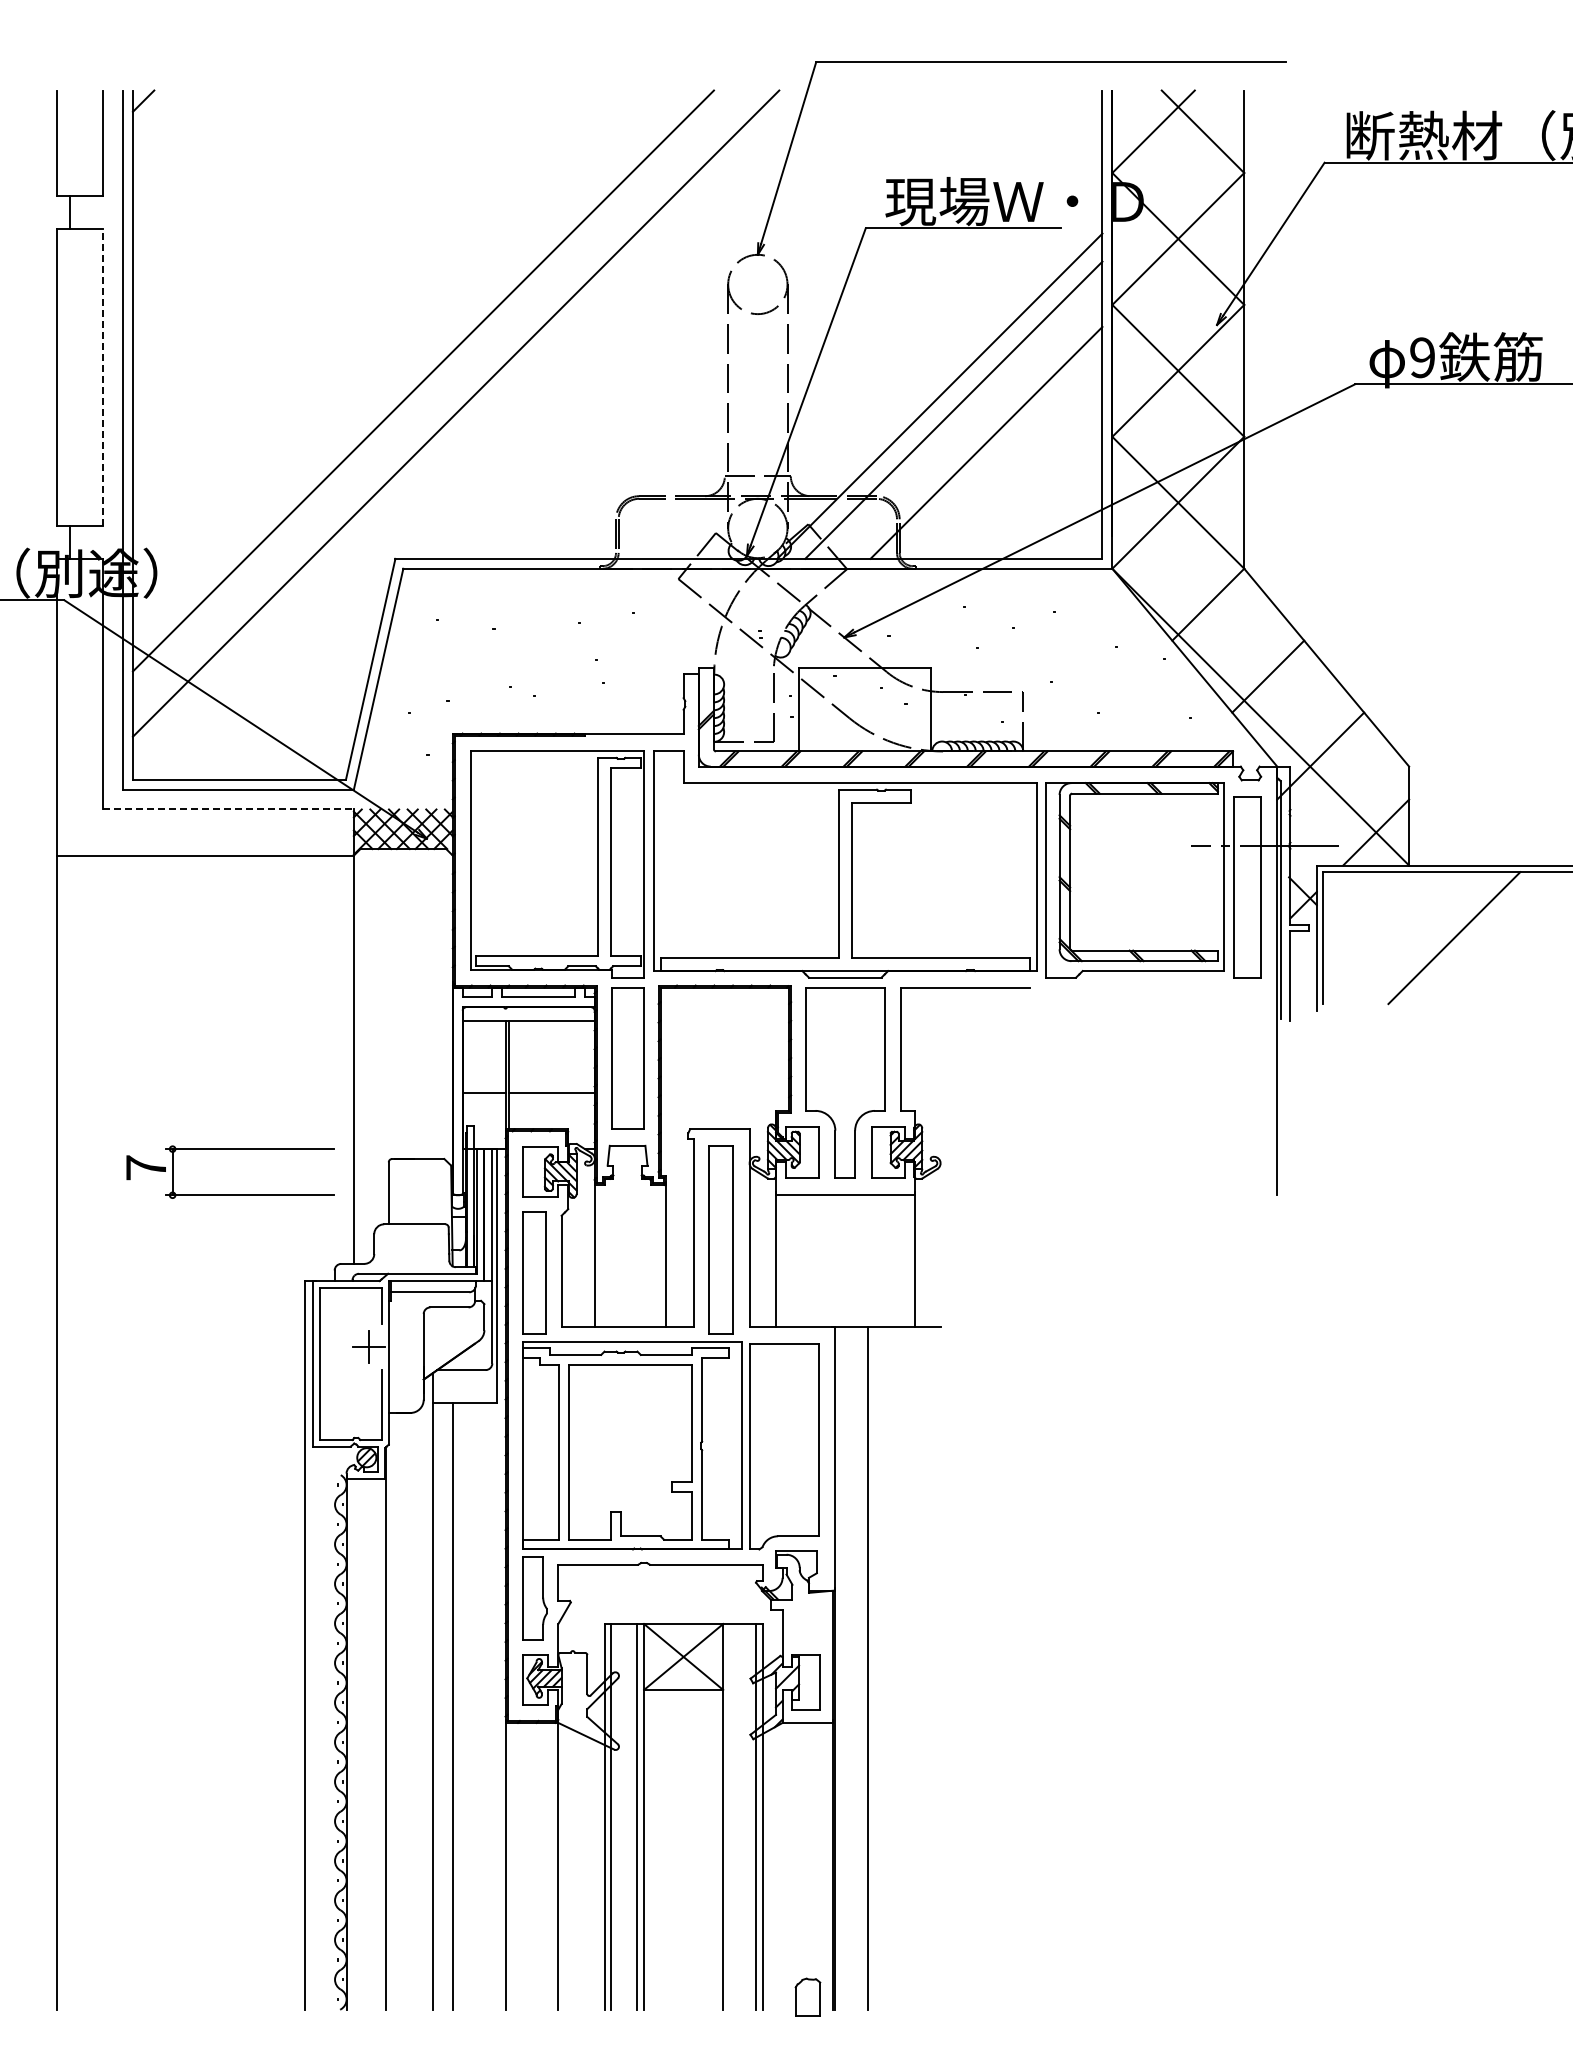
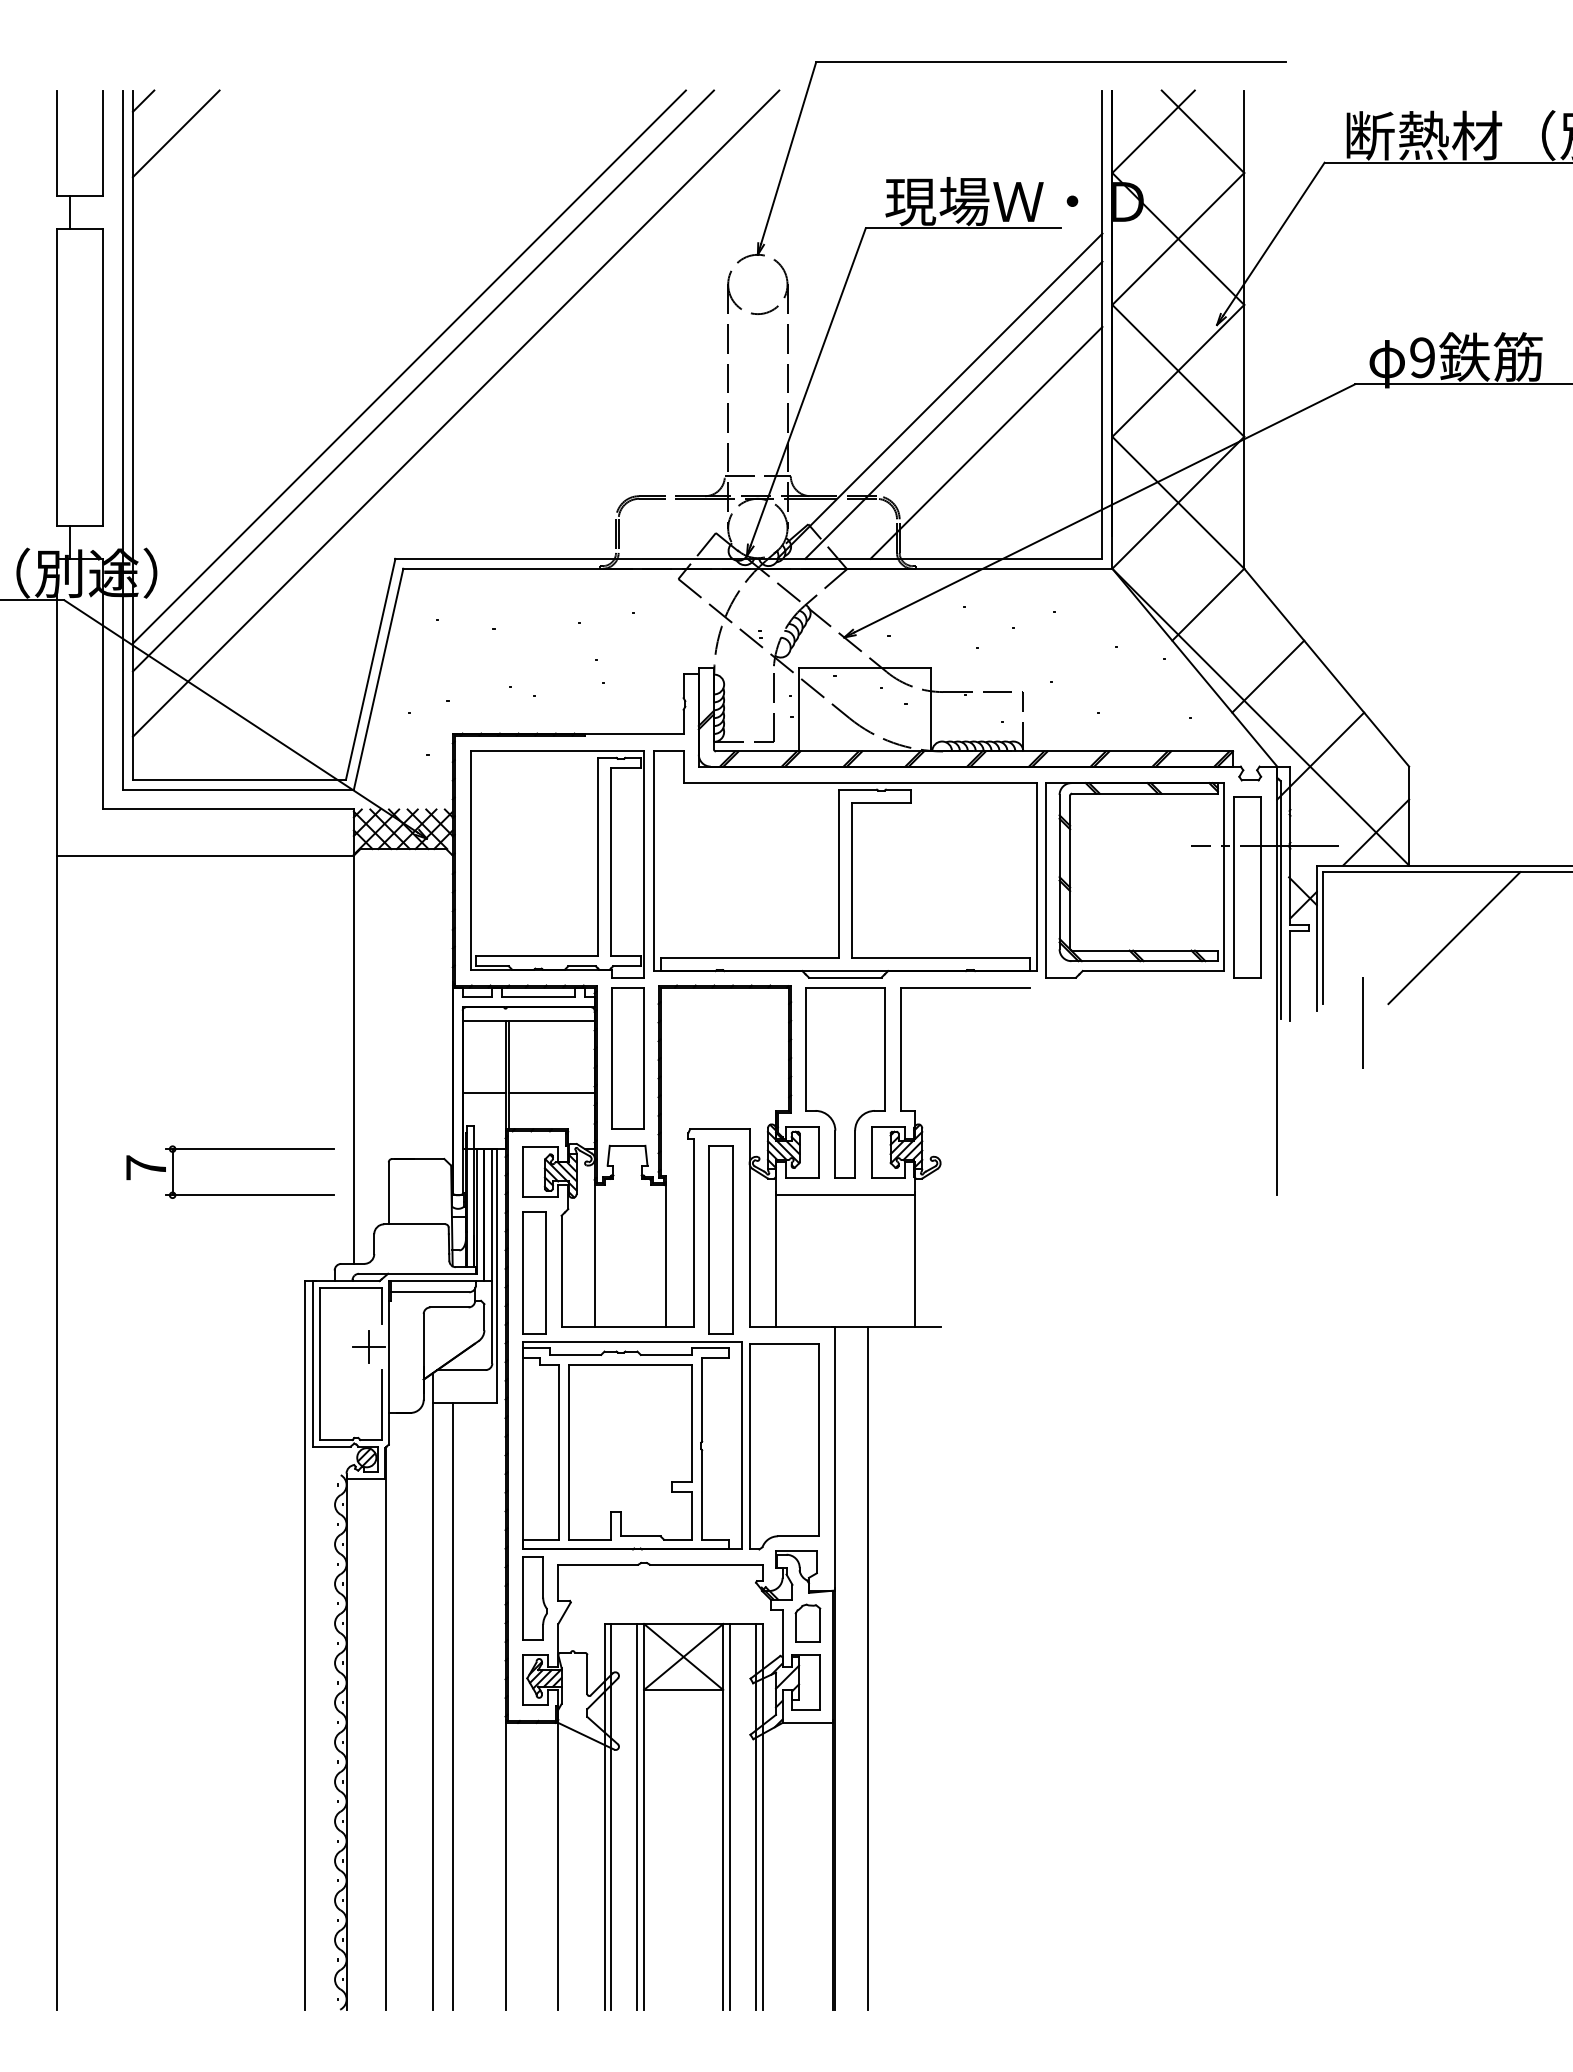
line at (175, 133): none -> present
line at (408, 366): none -> present
line at (103, 376): dashed -> solid
line at (229, 809): dashed -> solid
line at (1362, 1022): none -> present
line at (729, 1816): none -> present
part at (807, 1996) position: (807, 1996) -> (807, 1622)
